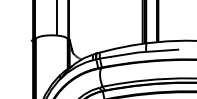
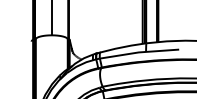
line at (56, 18) position: (56, 18) -> (51, 18)
